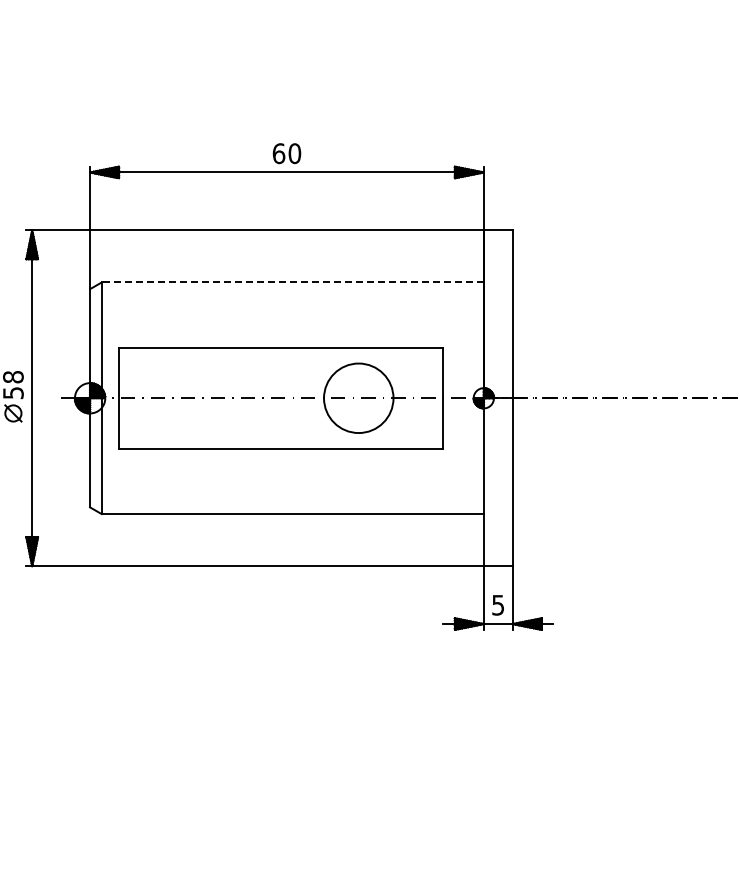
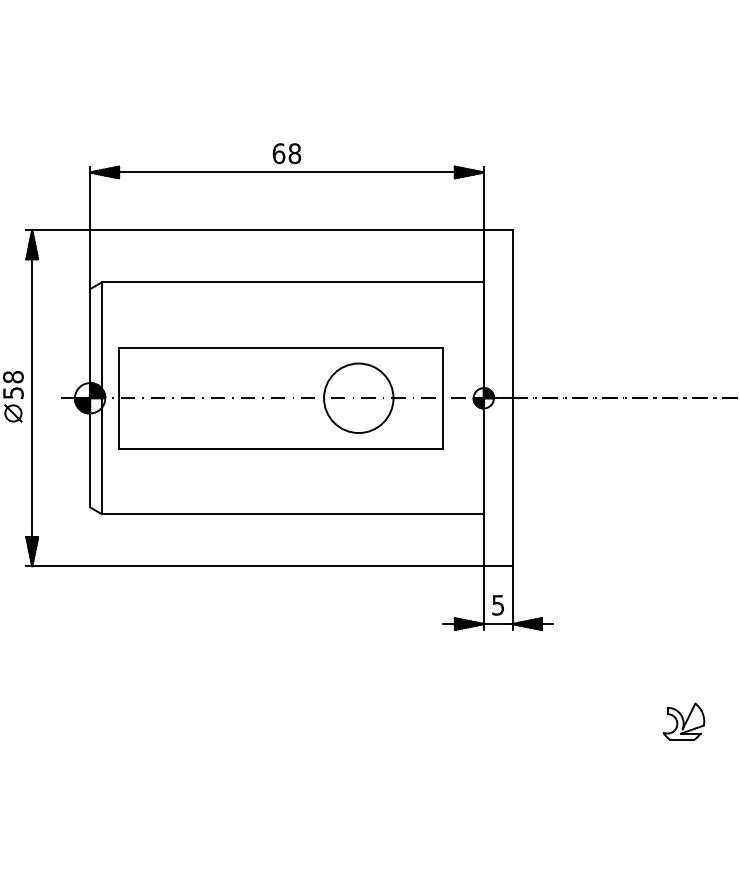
text at (294, 153): 60 -> 68
line at (292, 282): dashed -> solid
part at (683, 721): none -> present
